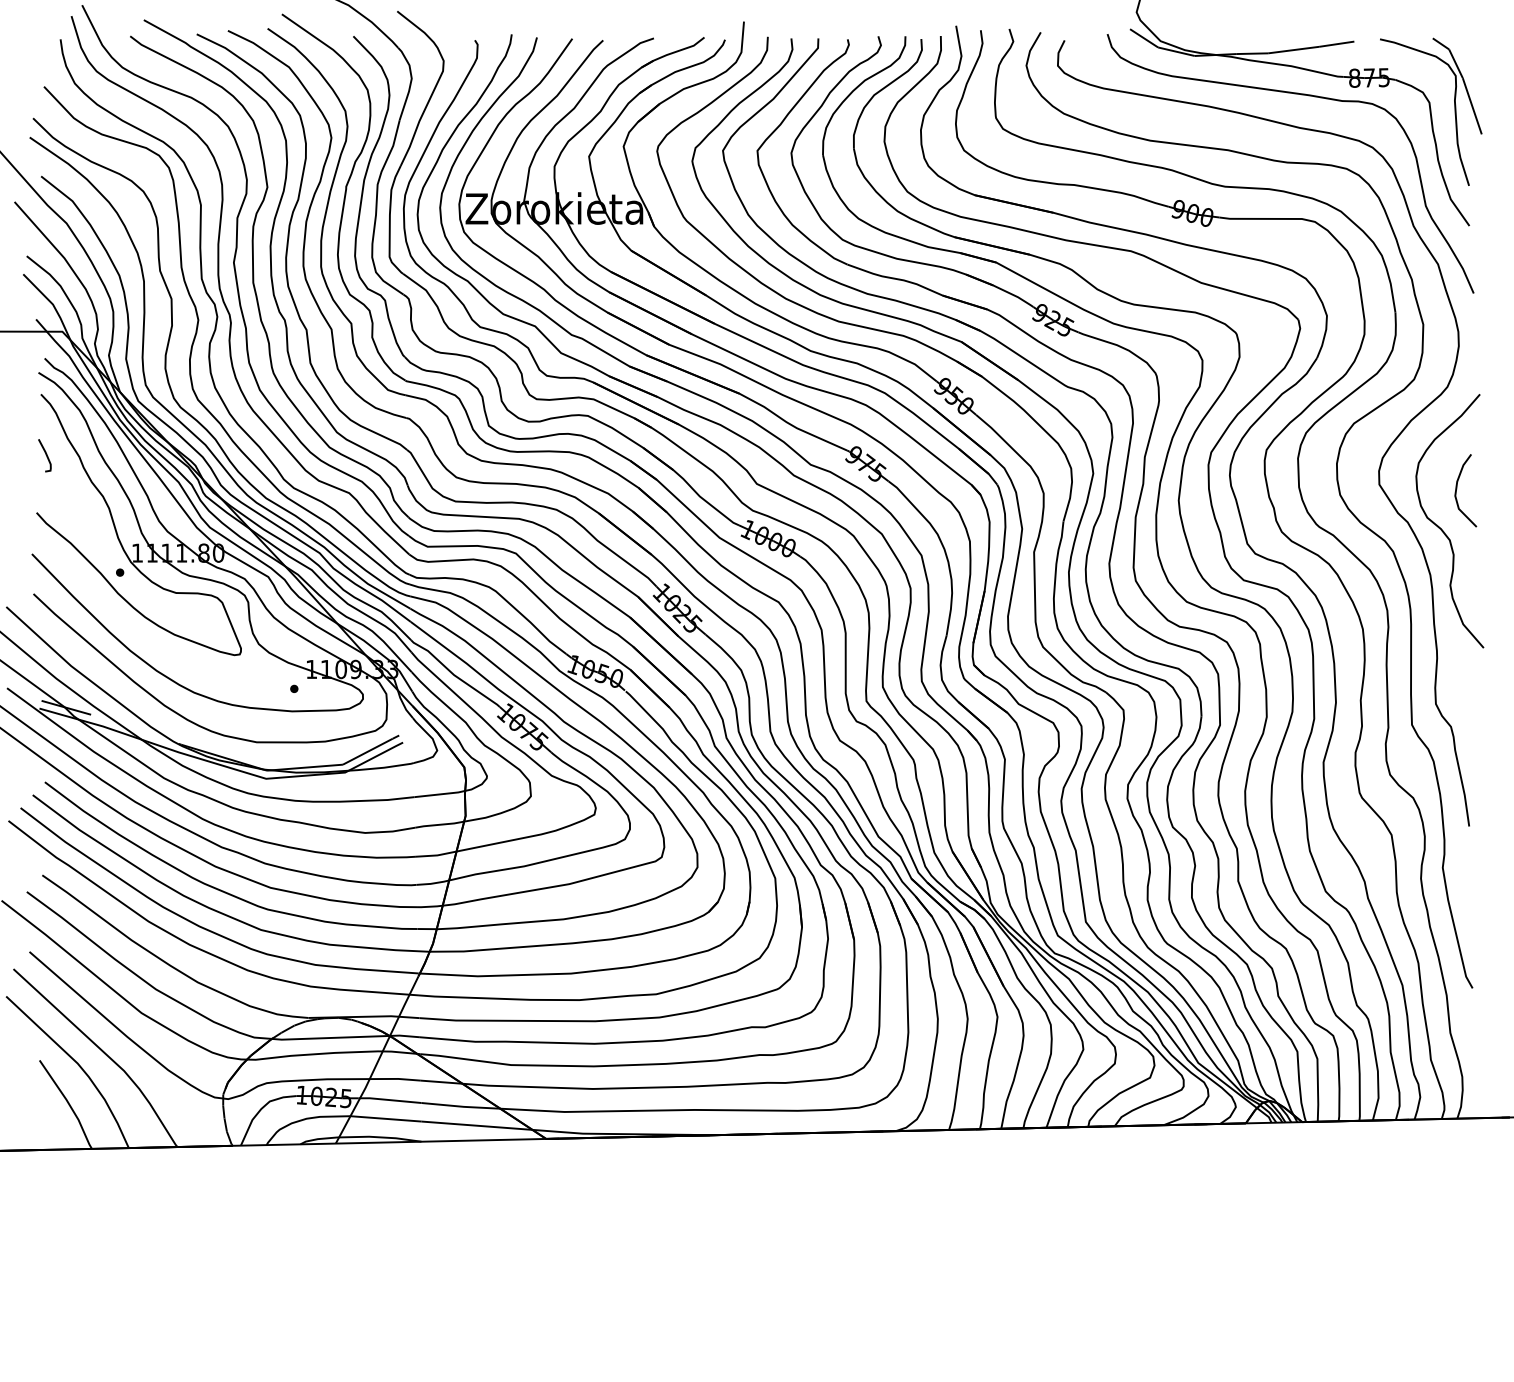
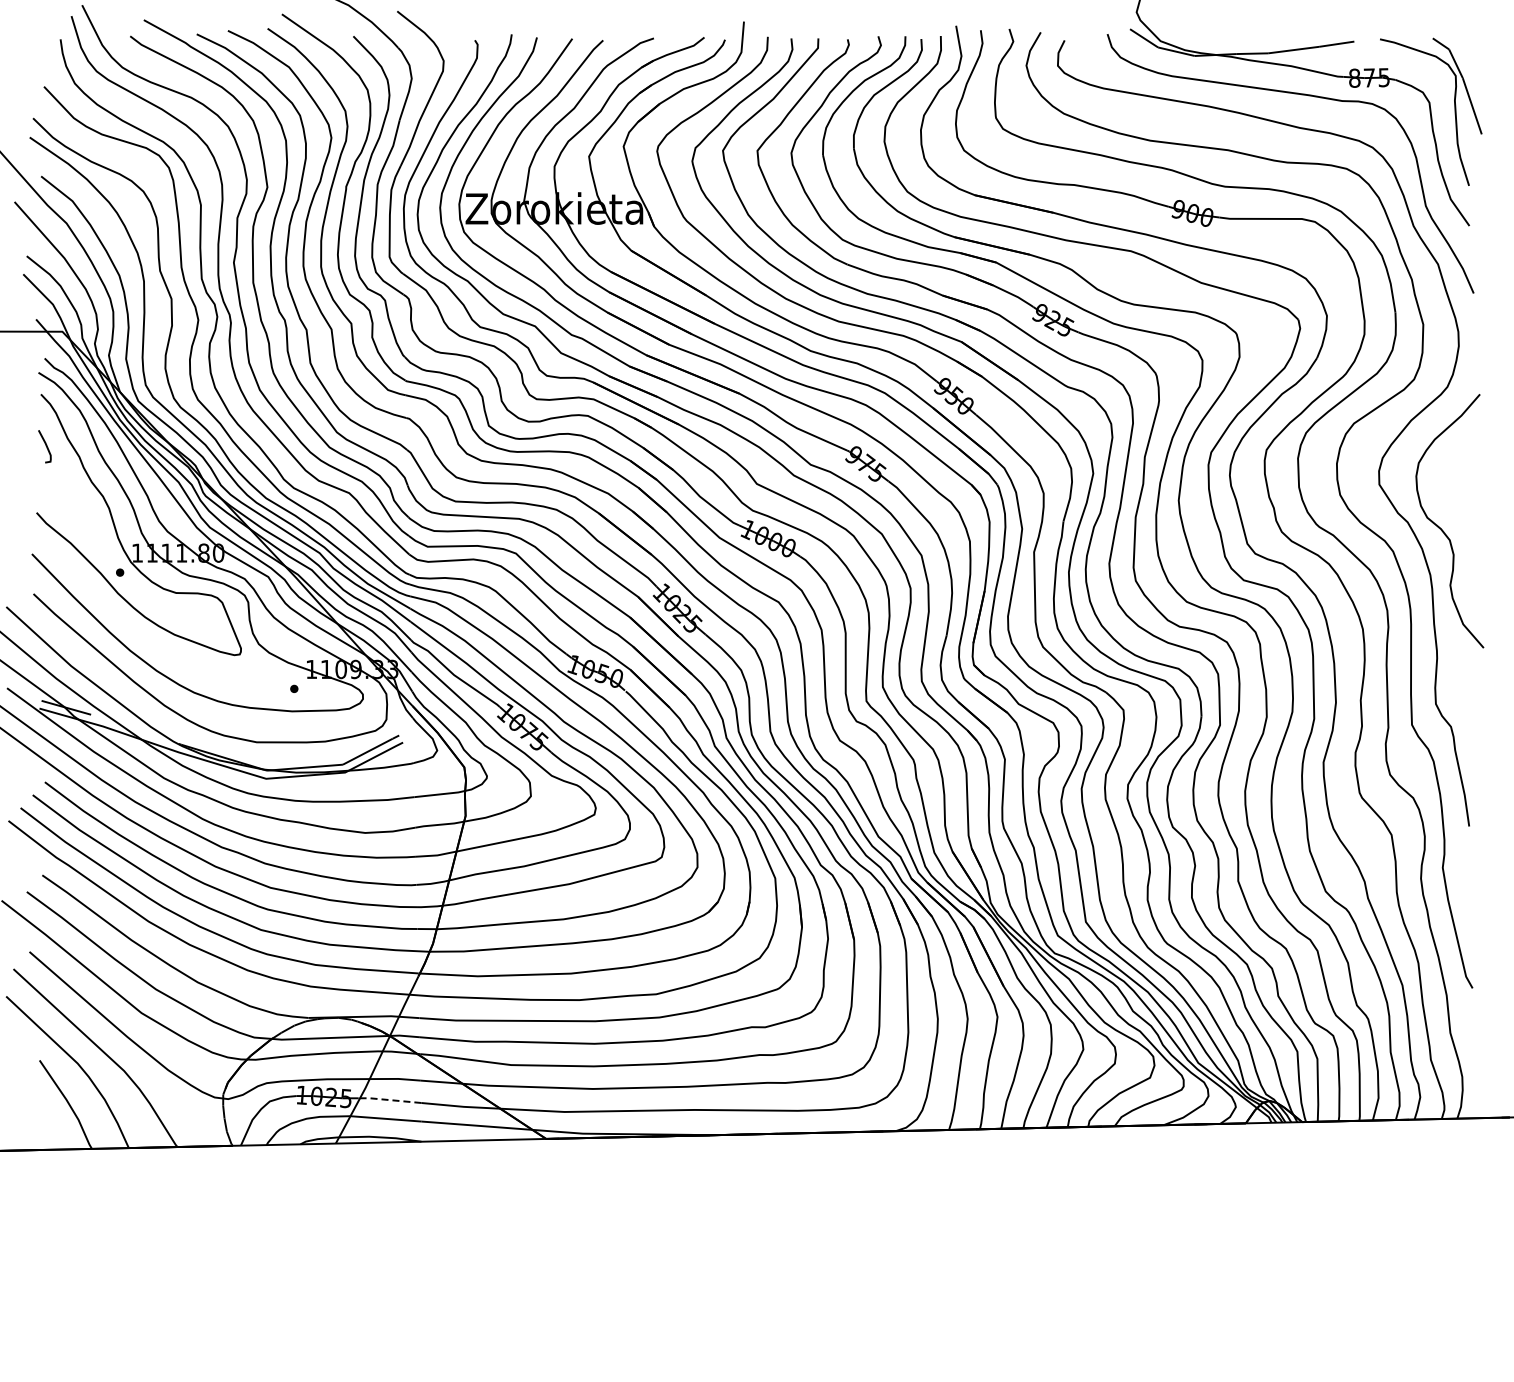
curve at (45, 455) position: (45, 455) -> (45, 446)
curve at (1457, 489): present -> none
line at (388, 1099): solid -> dashed
